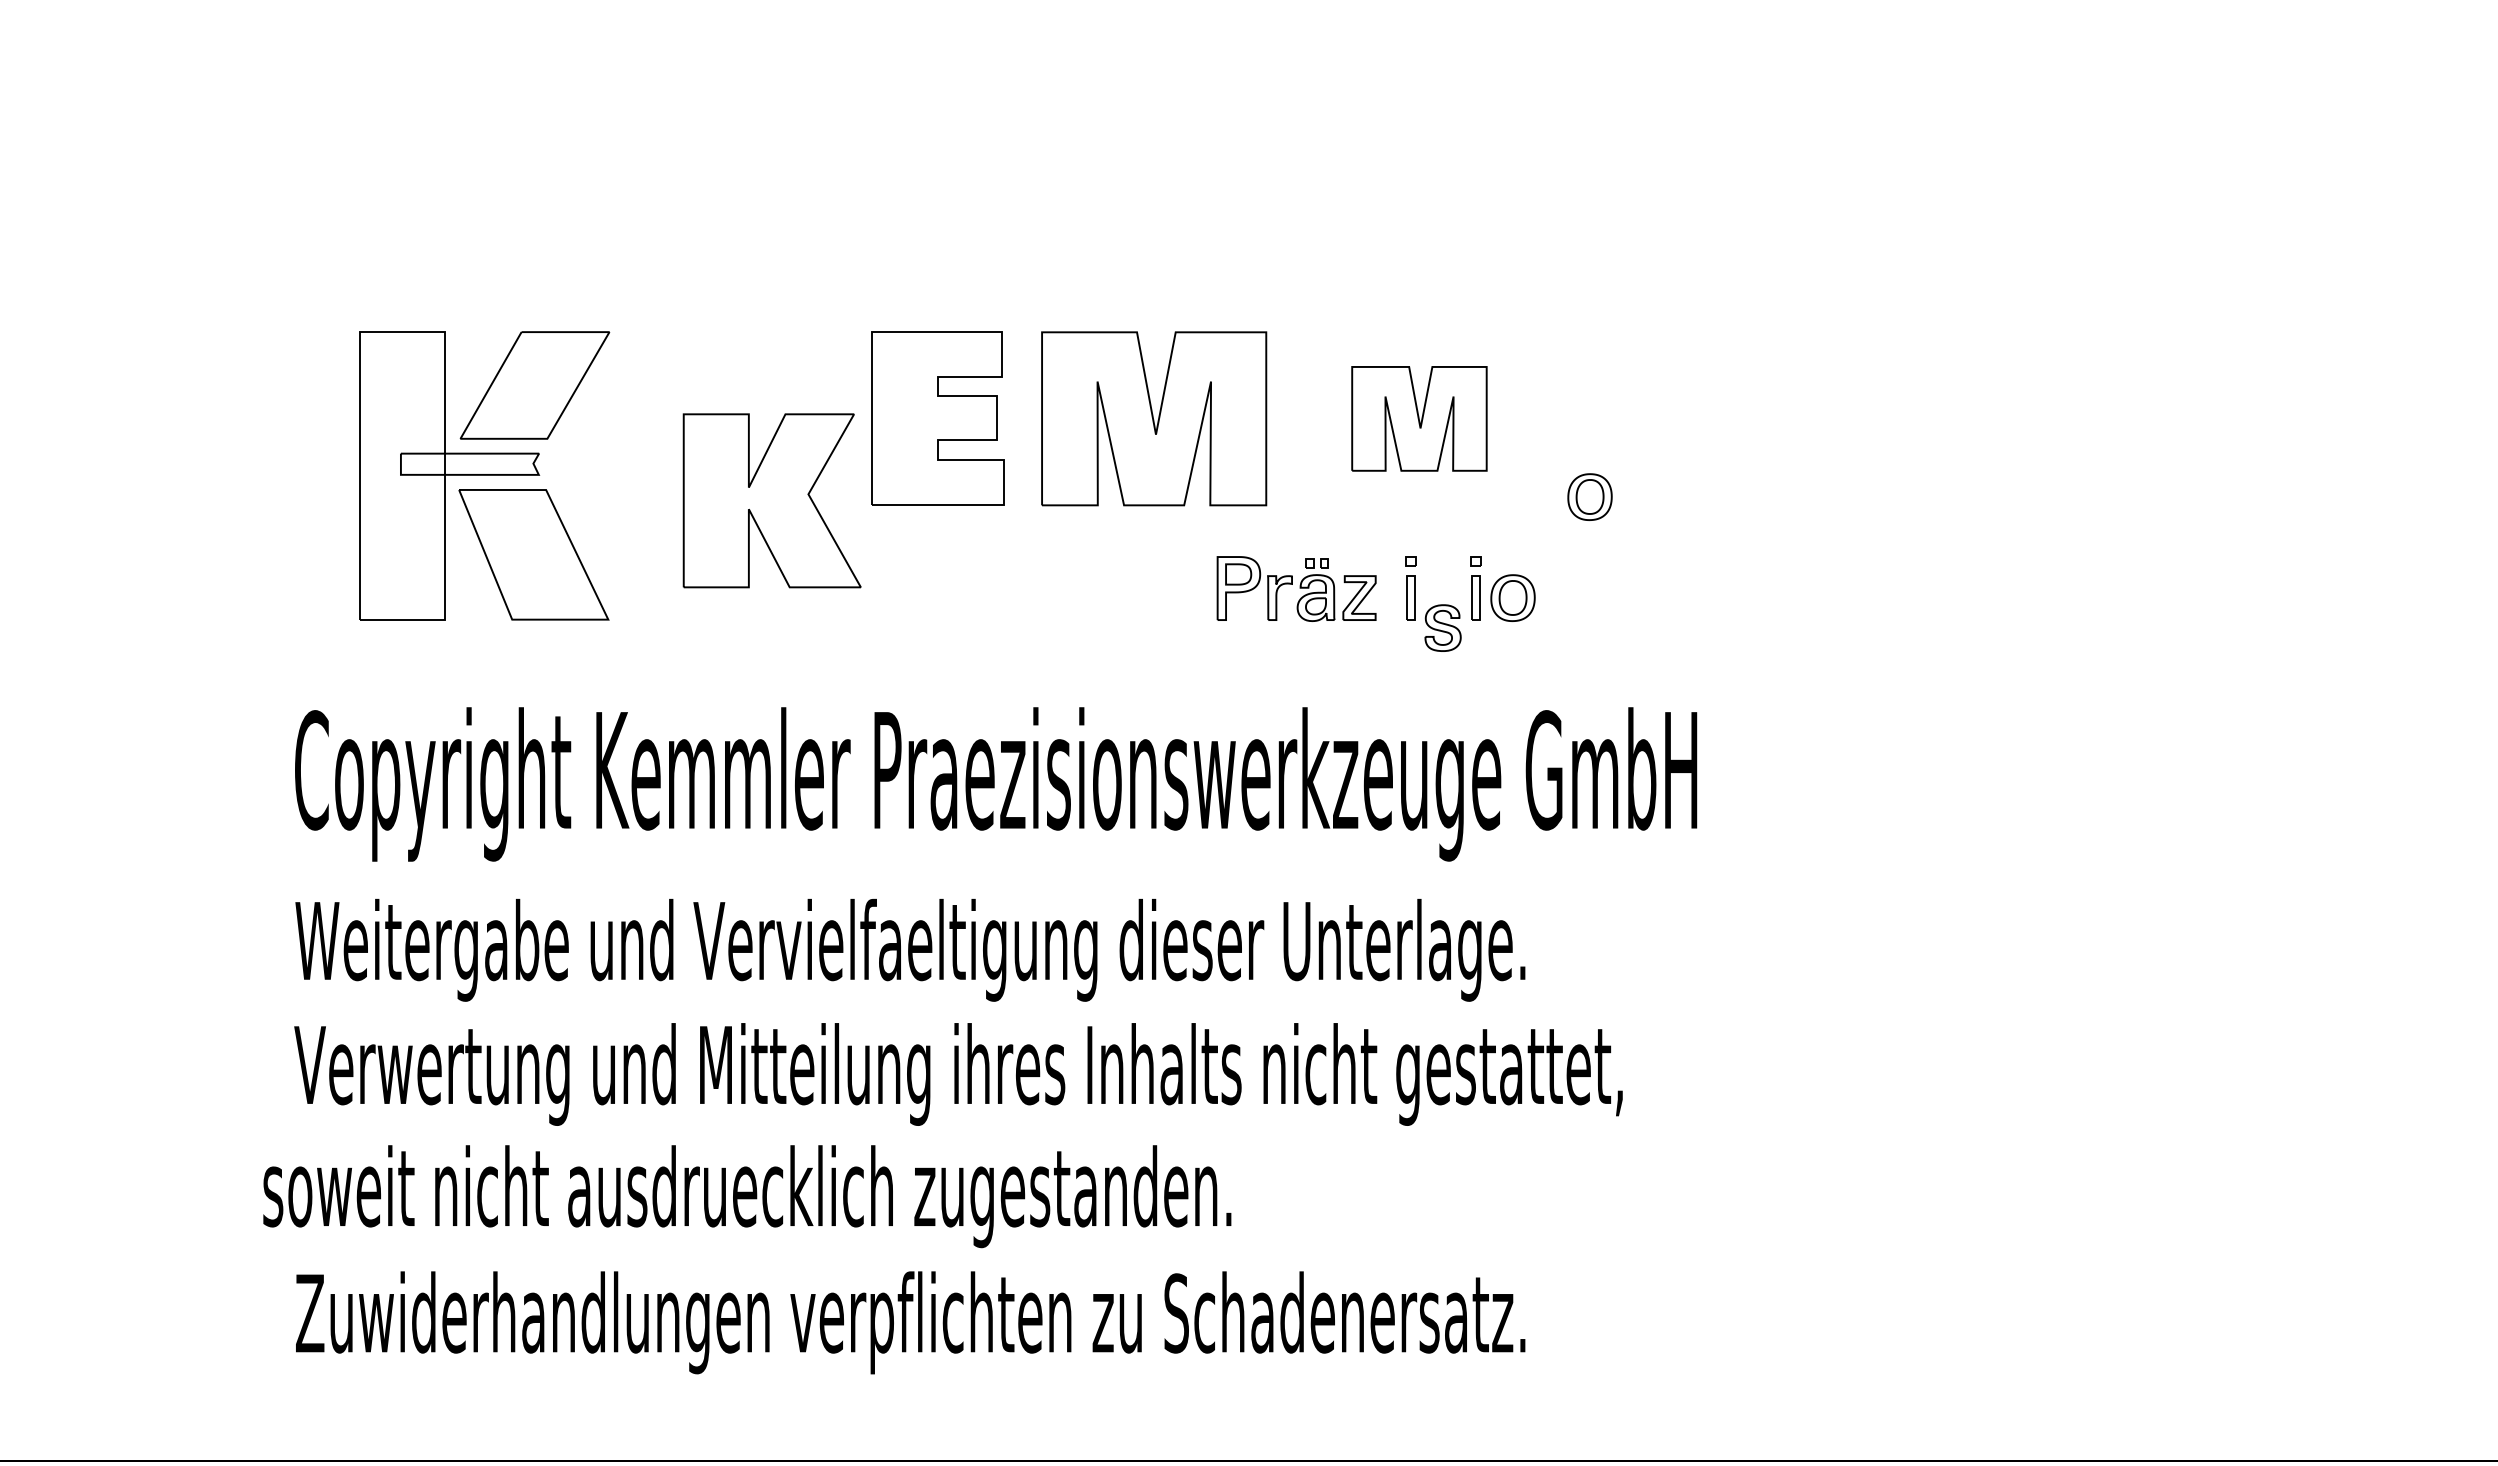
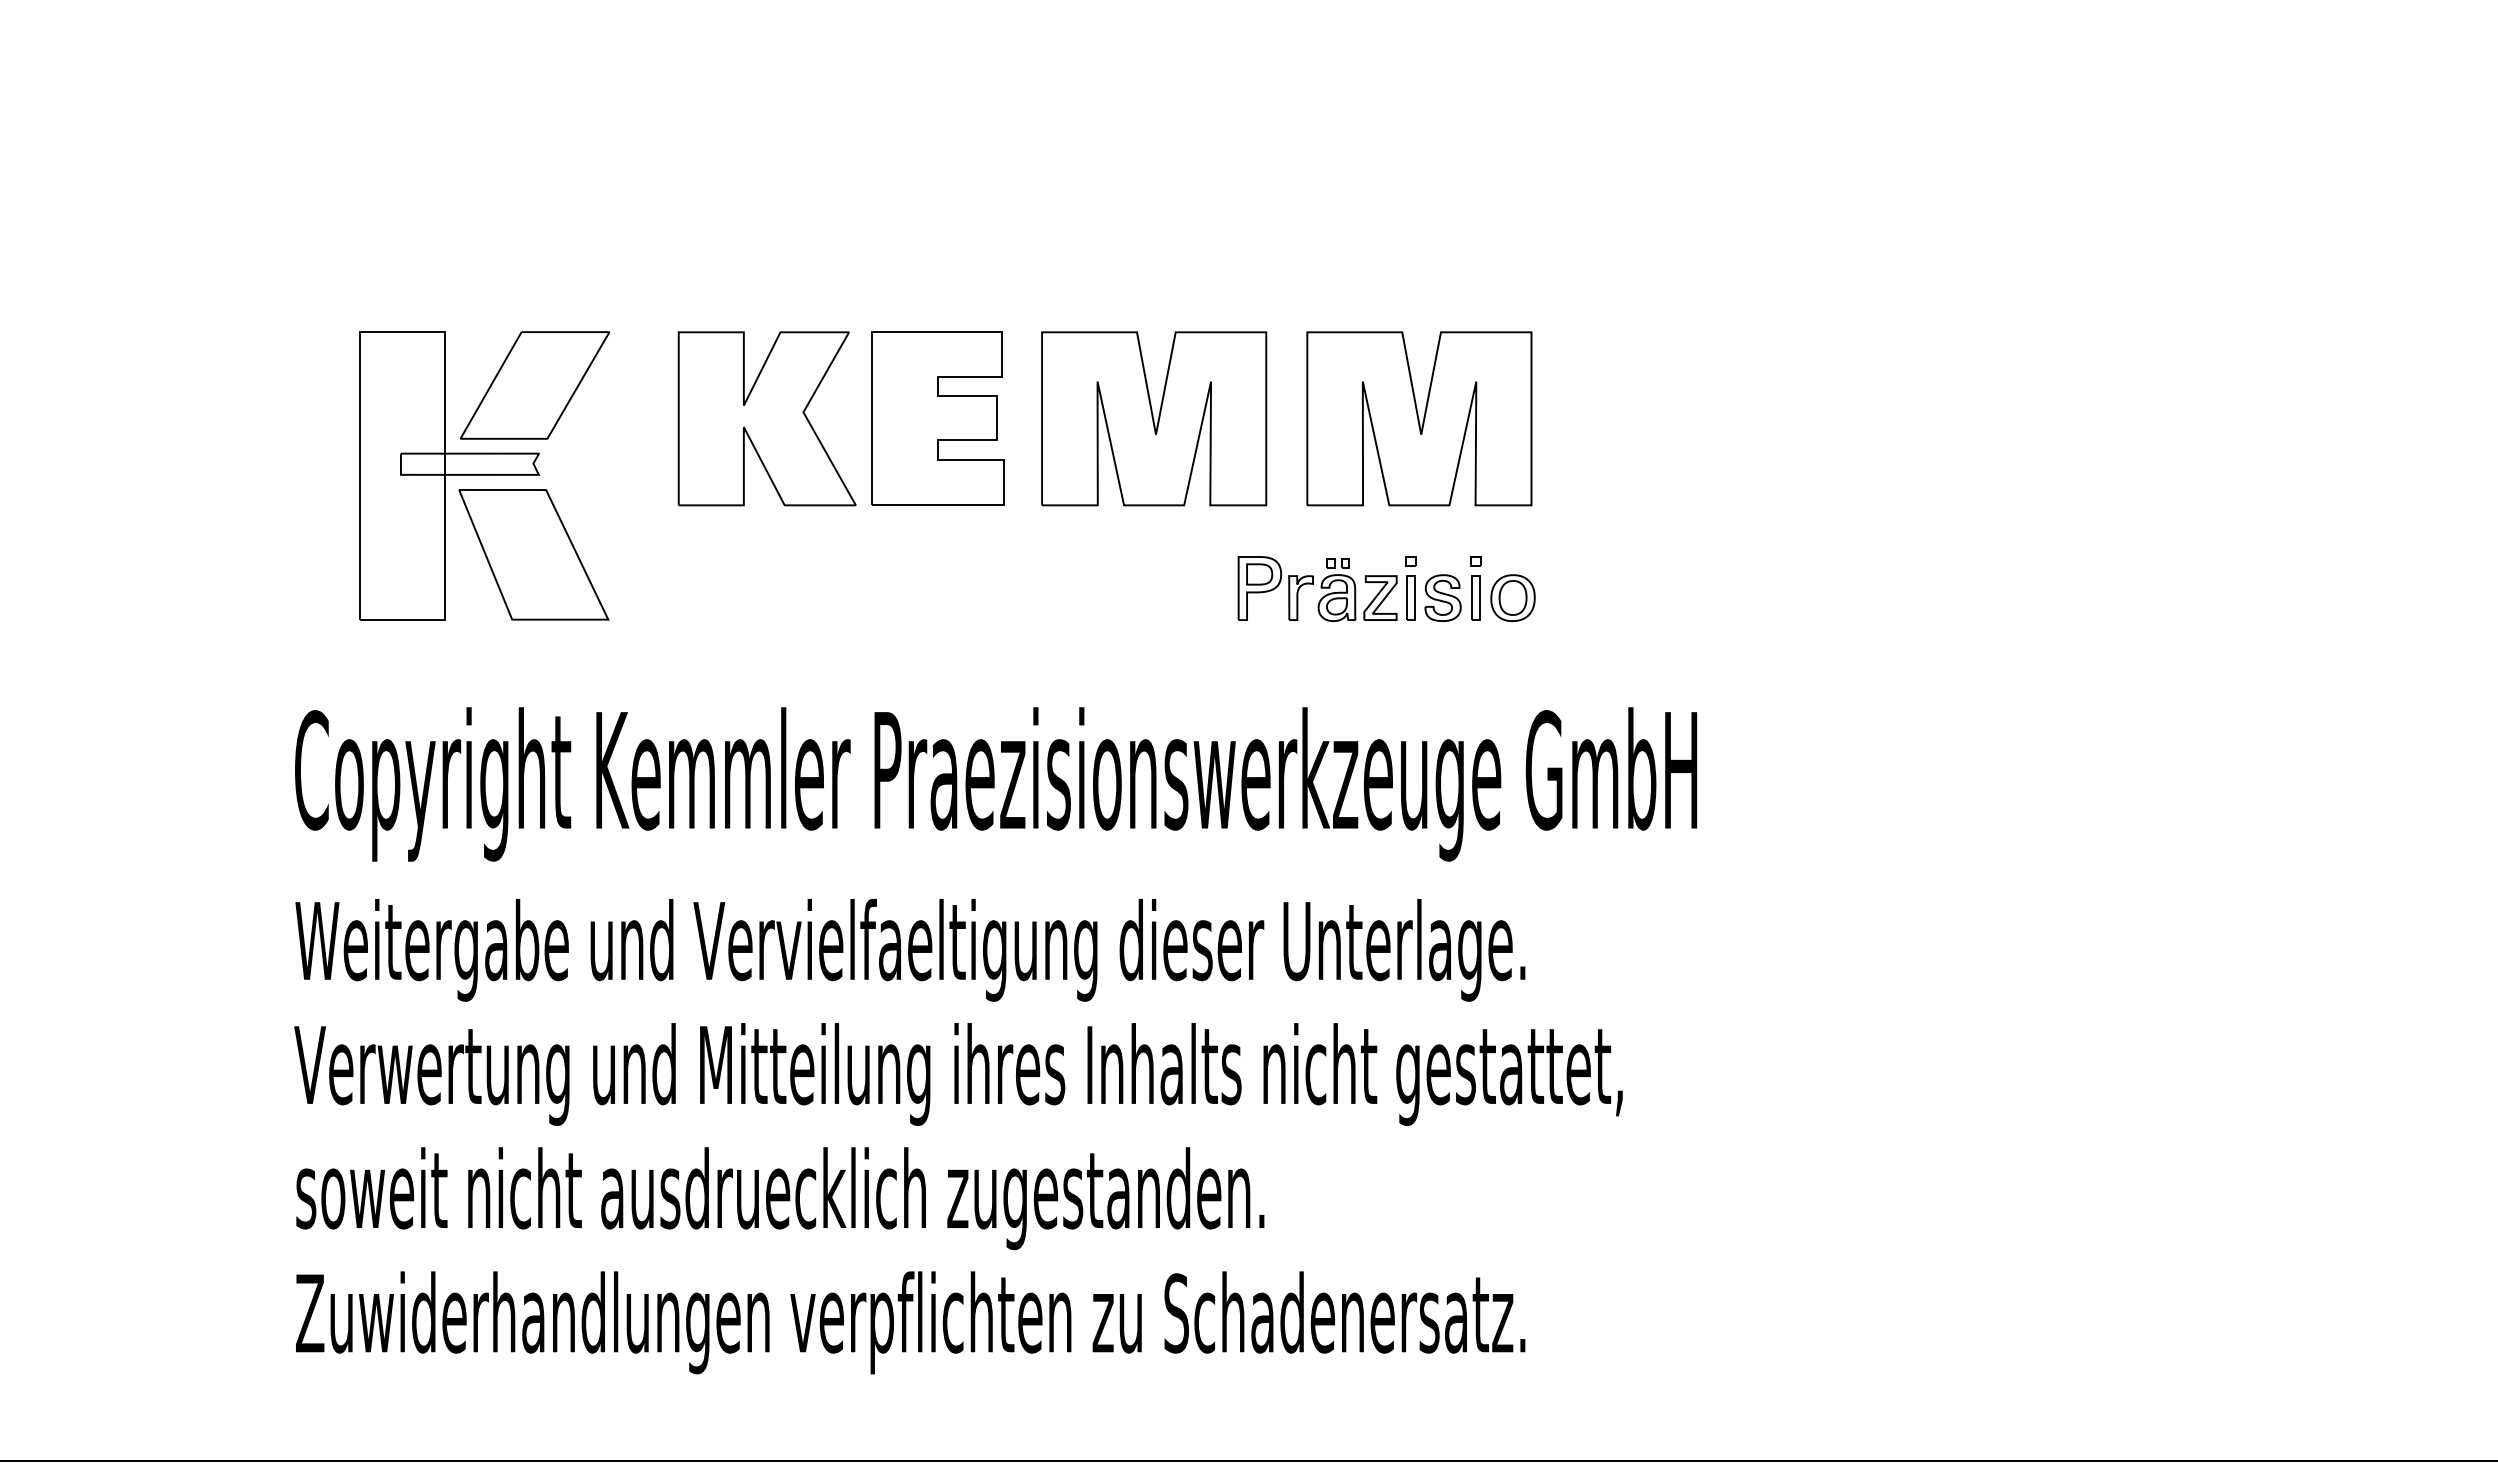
part at (1419, 418) size: 137x106 px -> 227x176 px
part at (1589, 496): present -> none
part at (771, 500) position: (771, 500) -> (766, 418)
part at (1296, 588) position: (1296, 588) -> (1317, 588)
part at (1442, 627) position: (1442, 627) -> (1442, 597)
text at (747, 1196) position: (747, 1196) -> (780, 1198)
